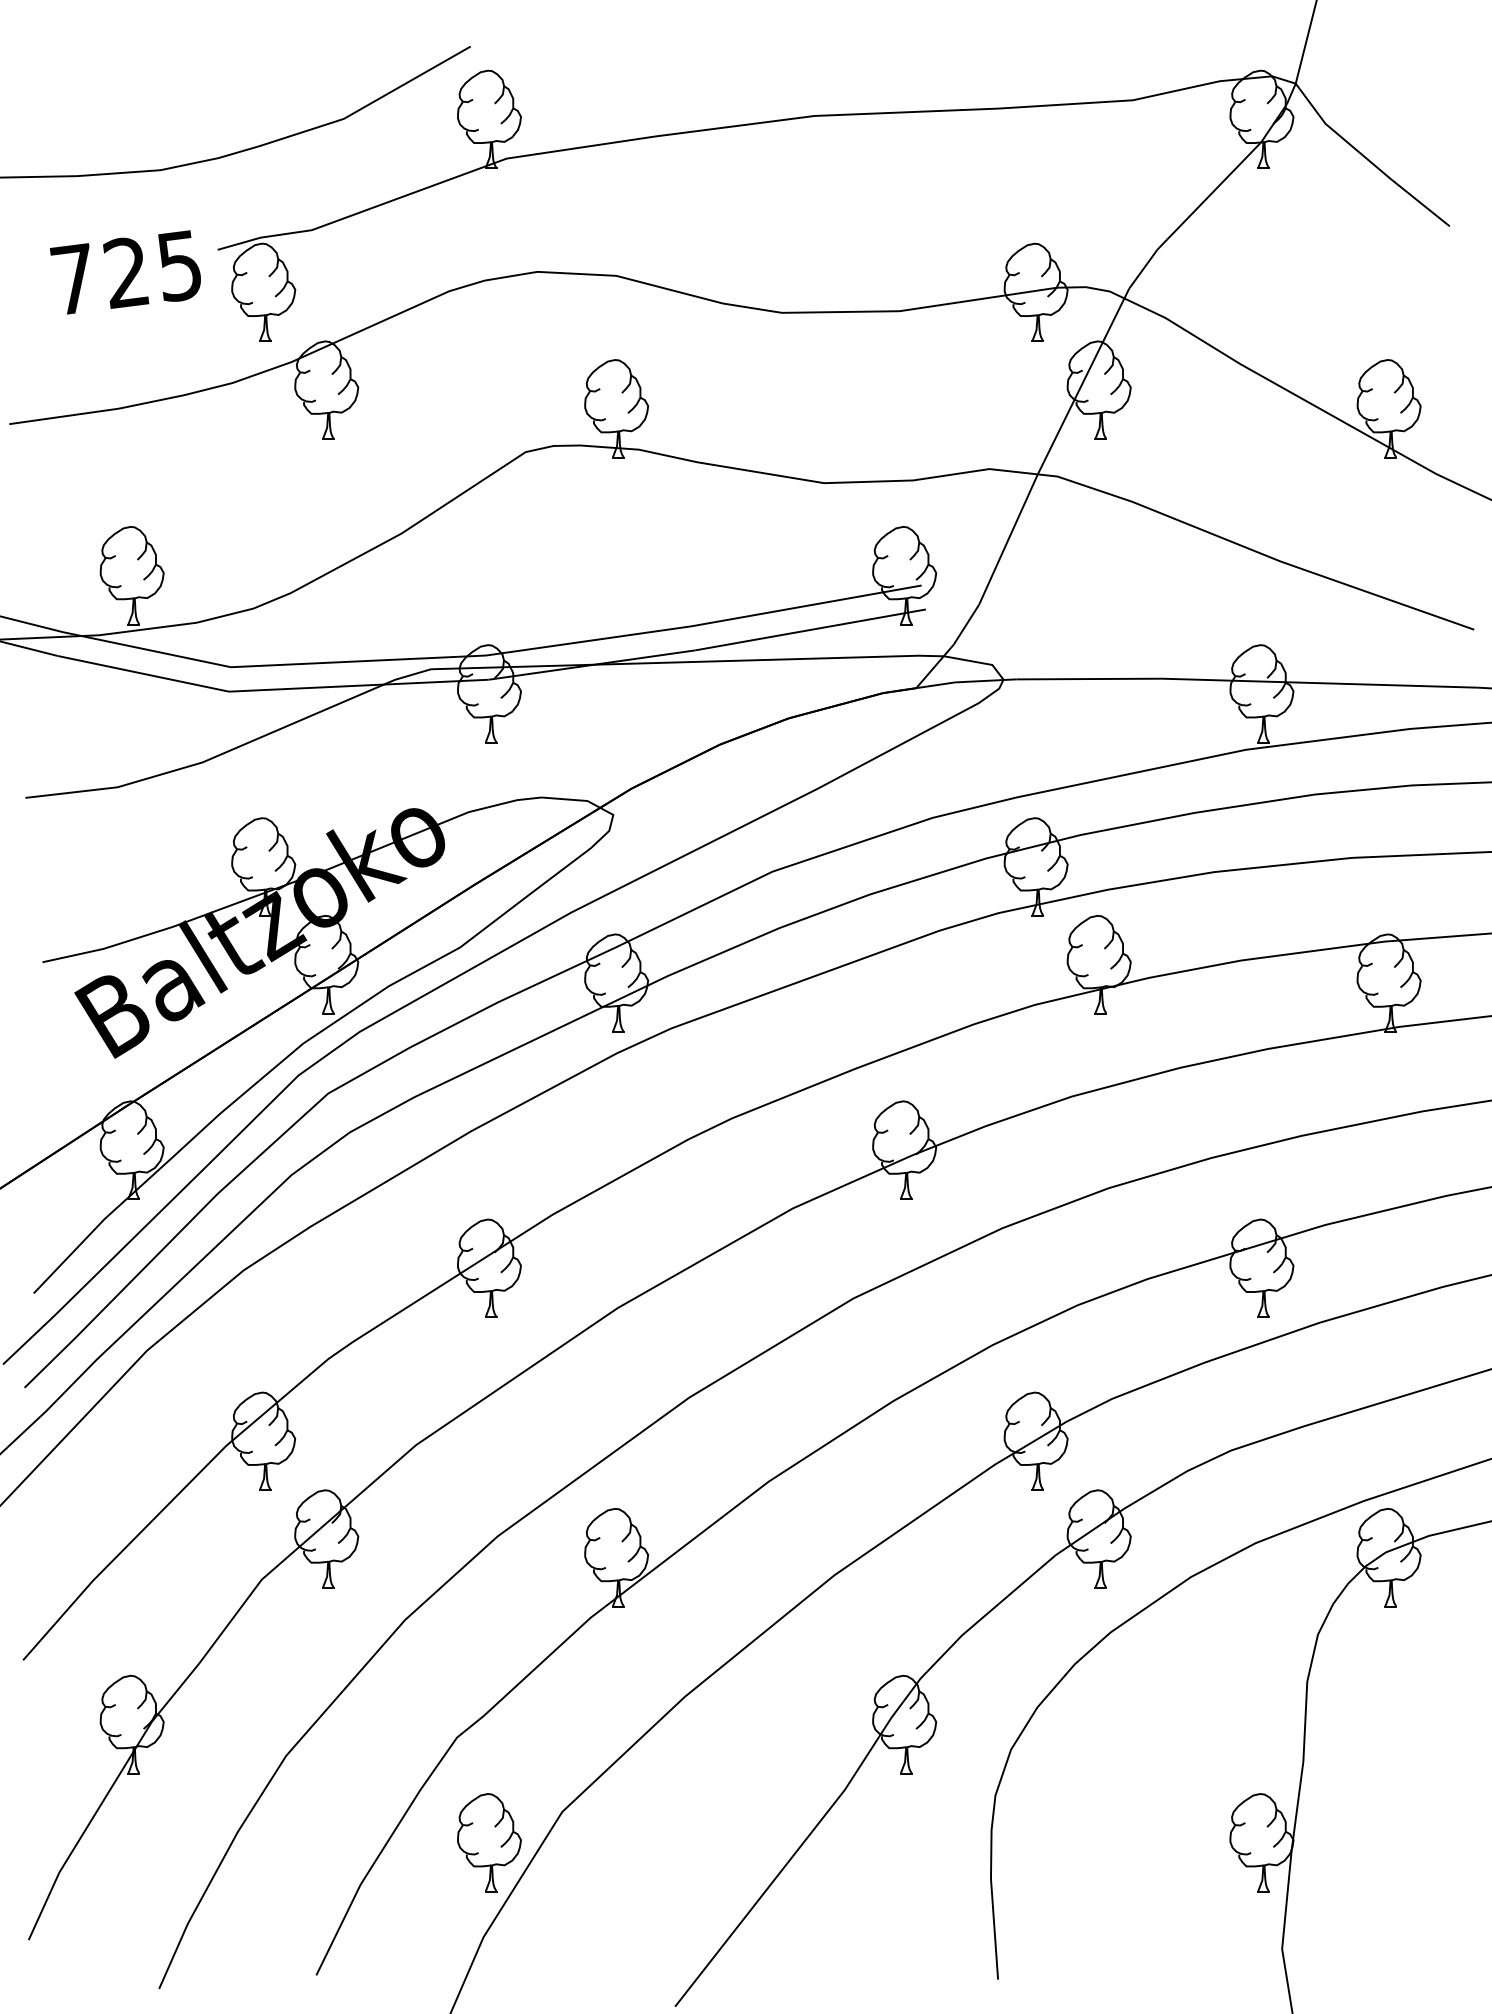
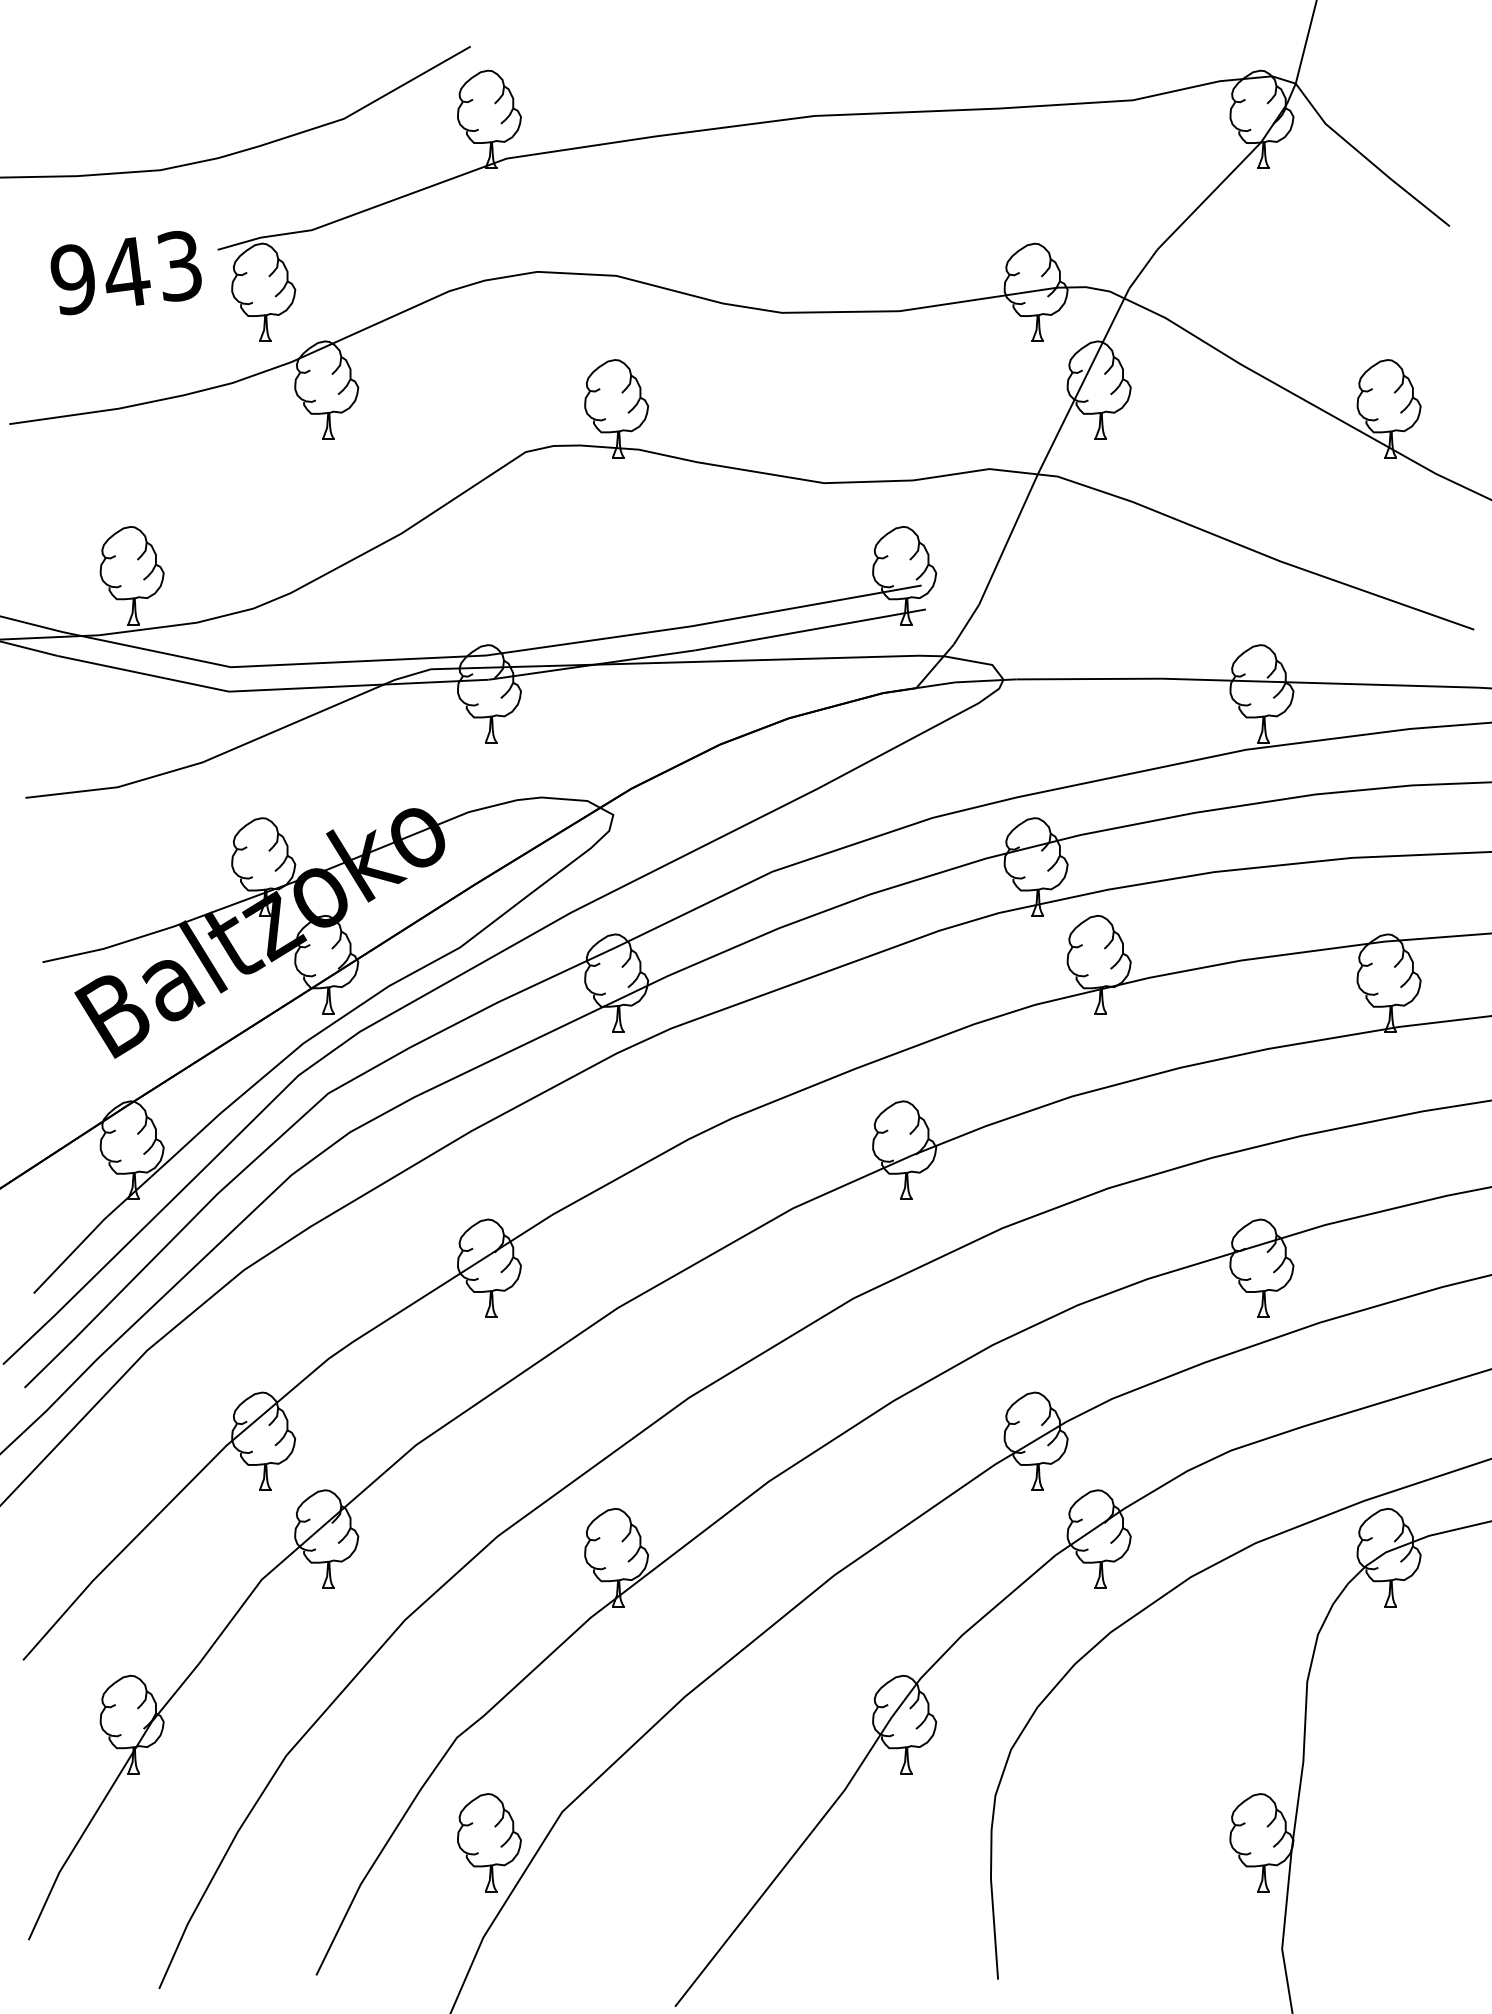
text at (125, 272): 725 -> 943
